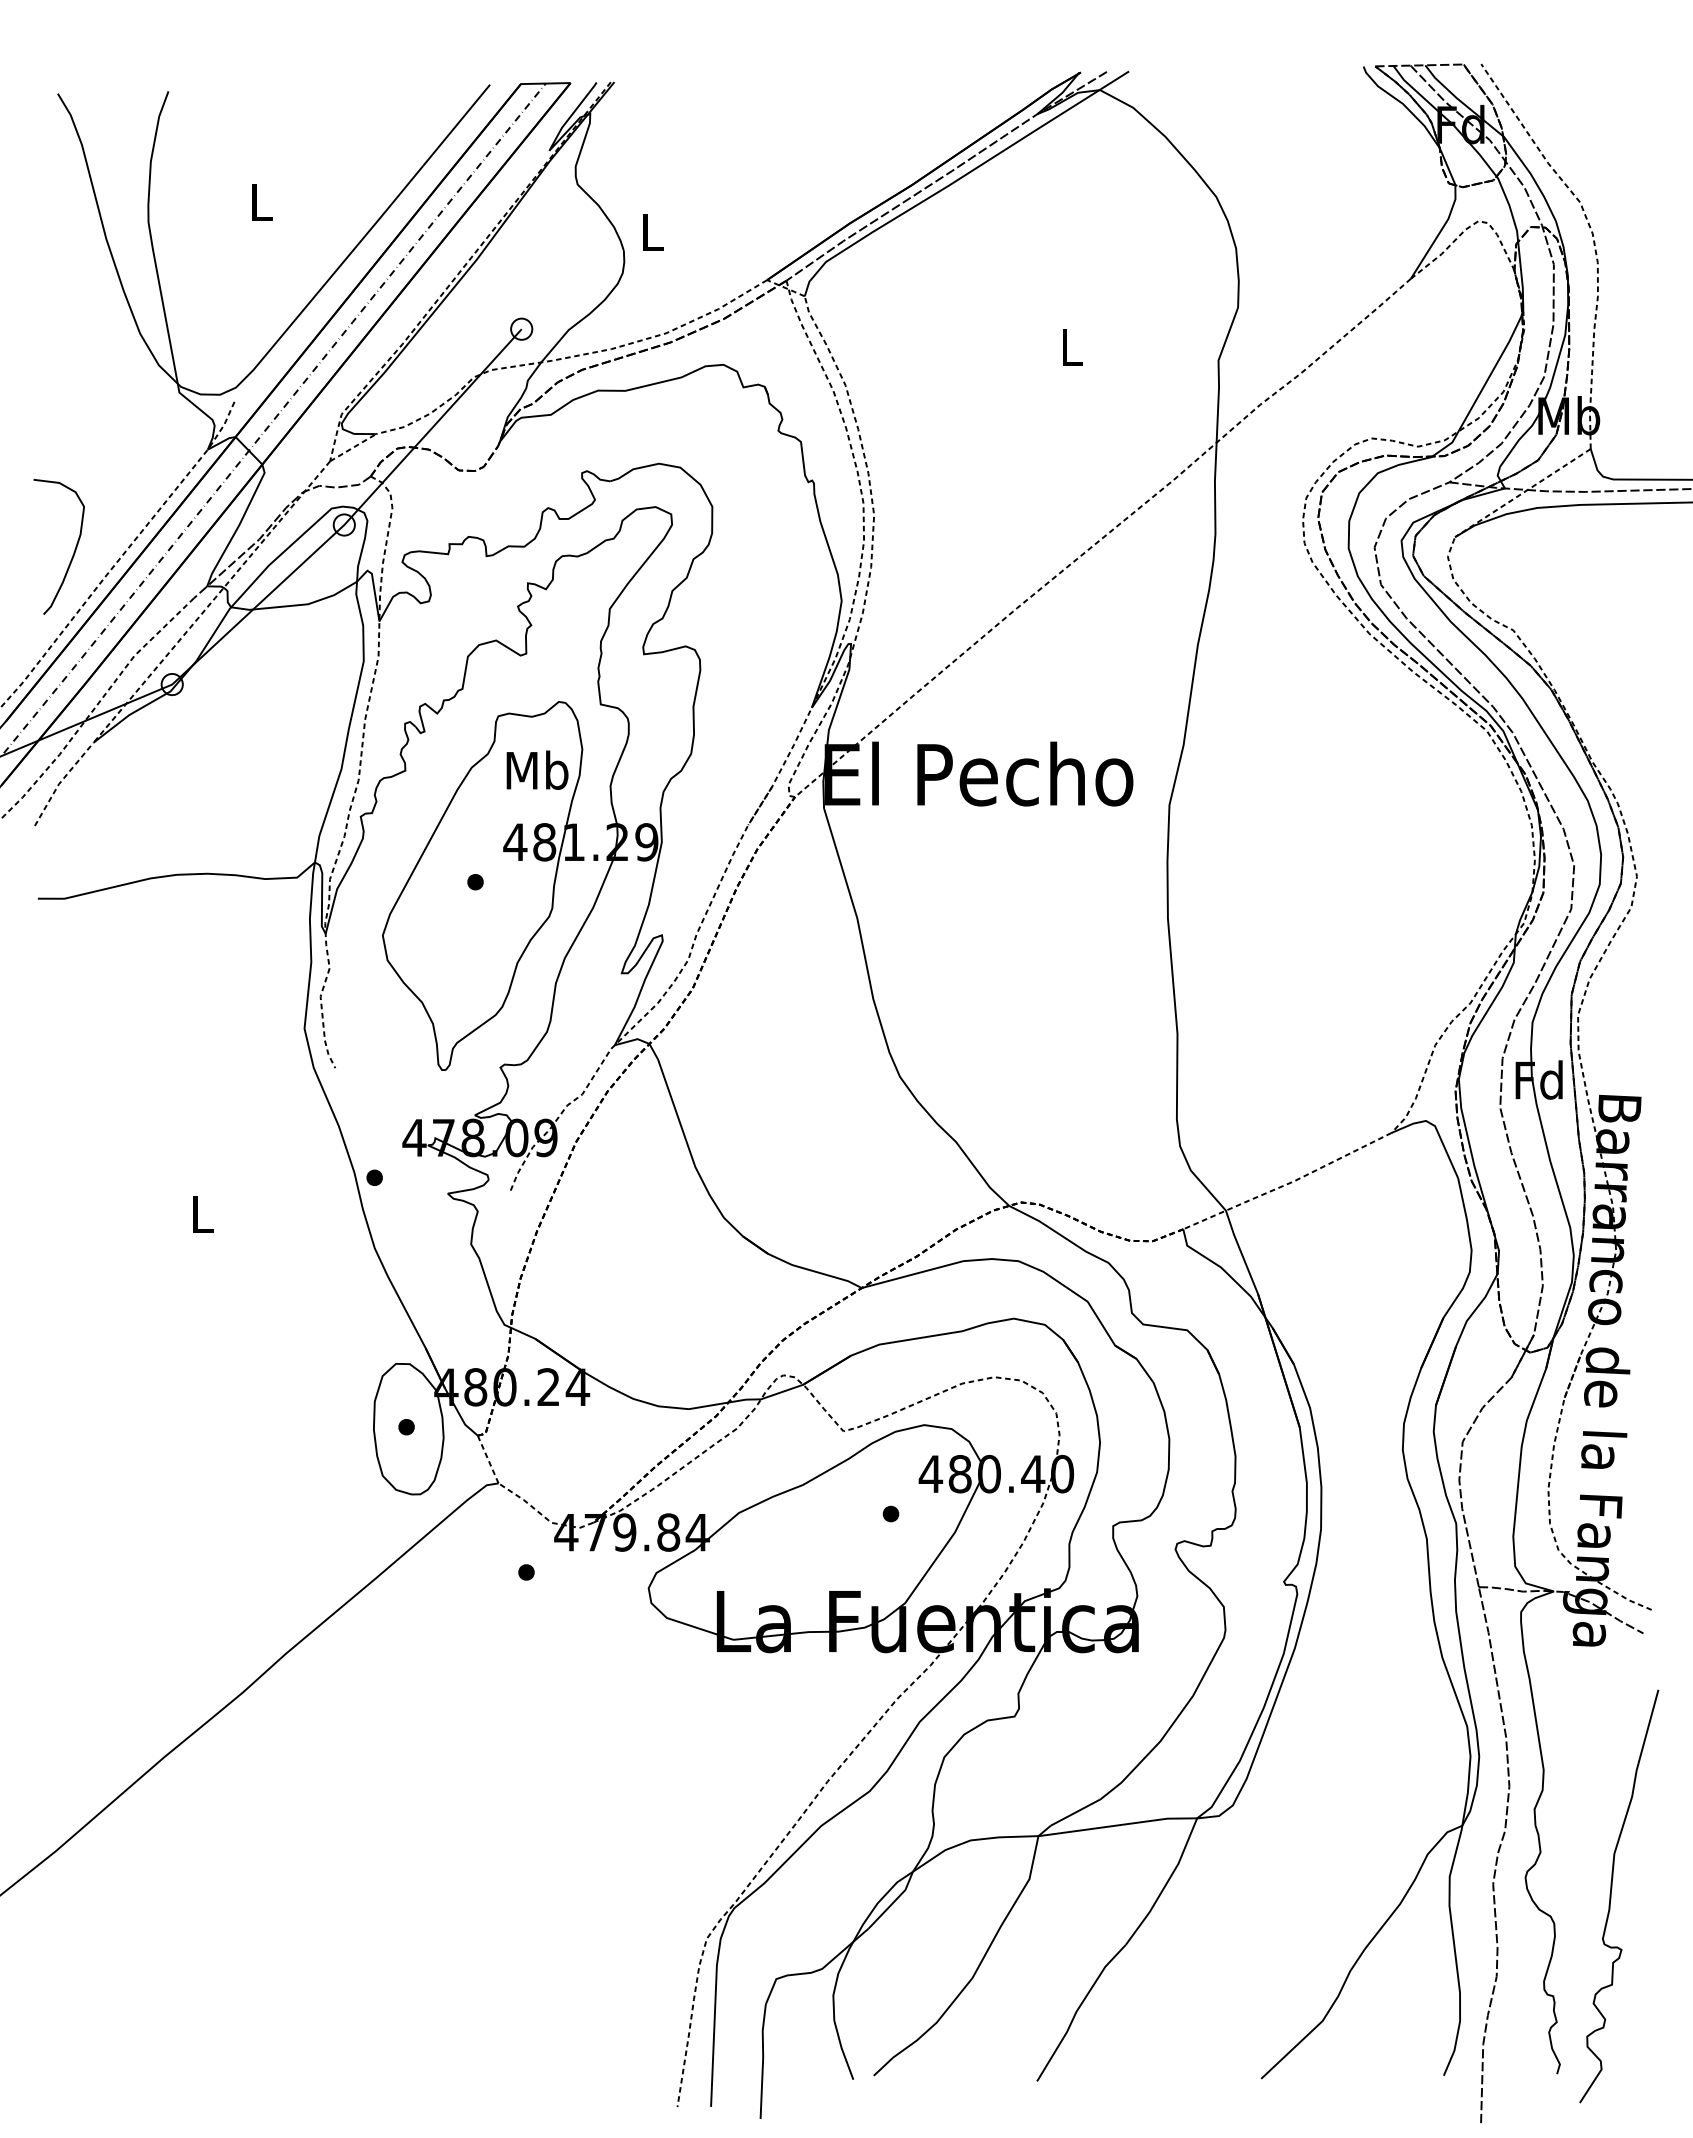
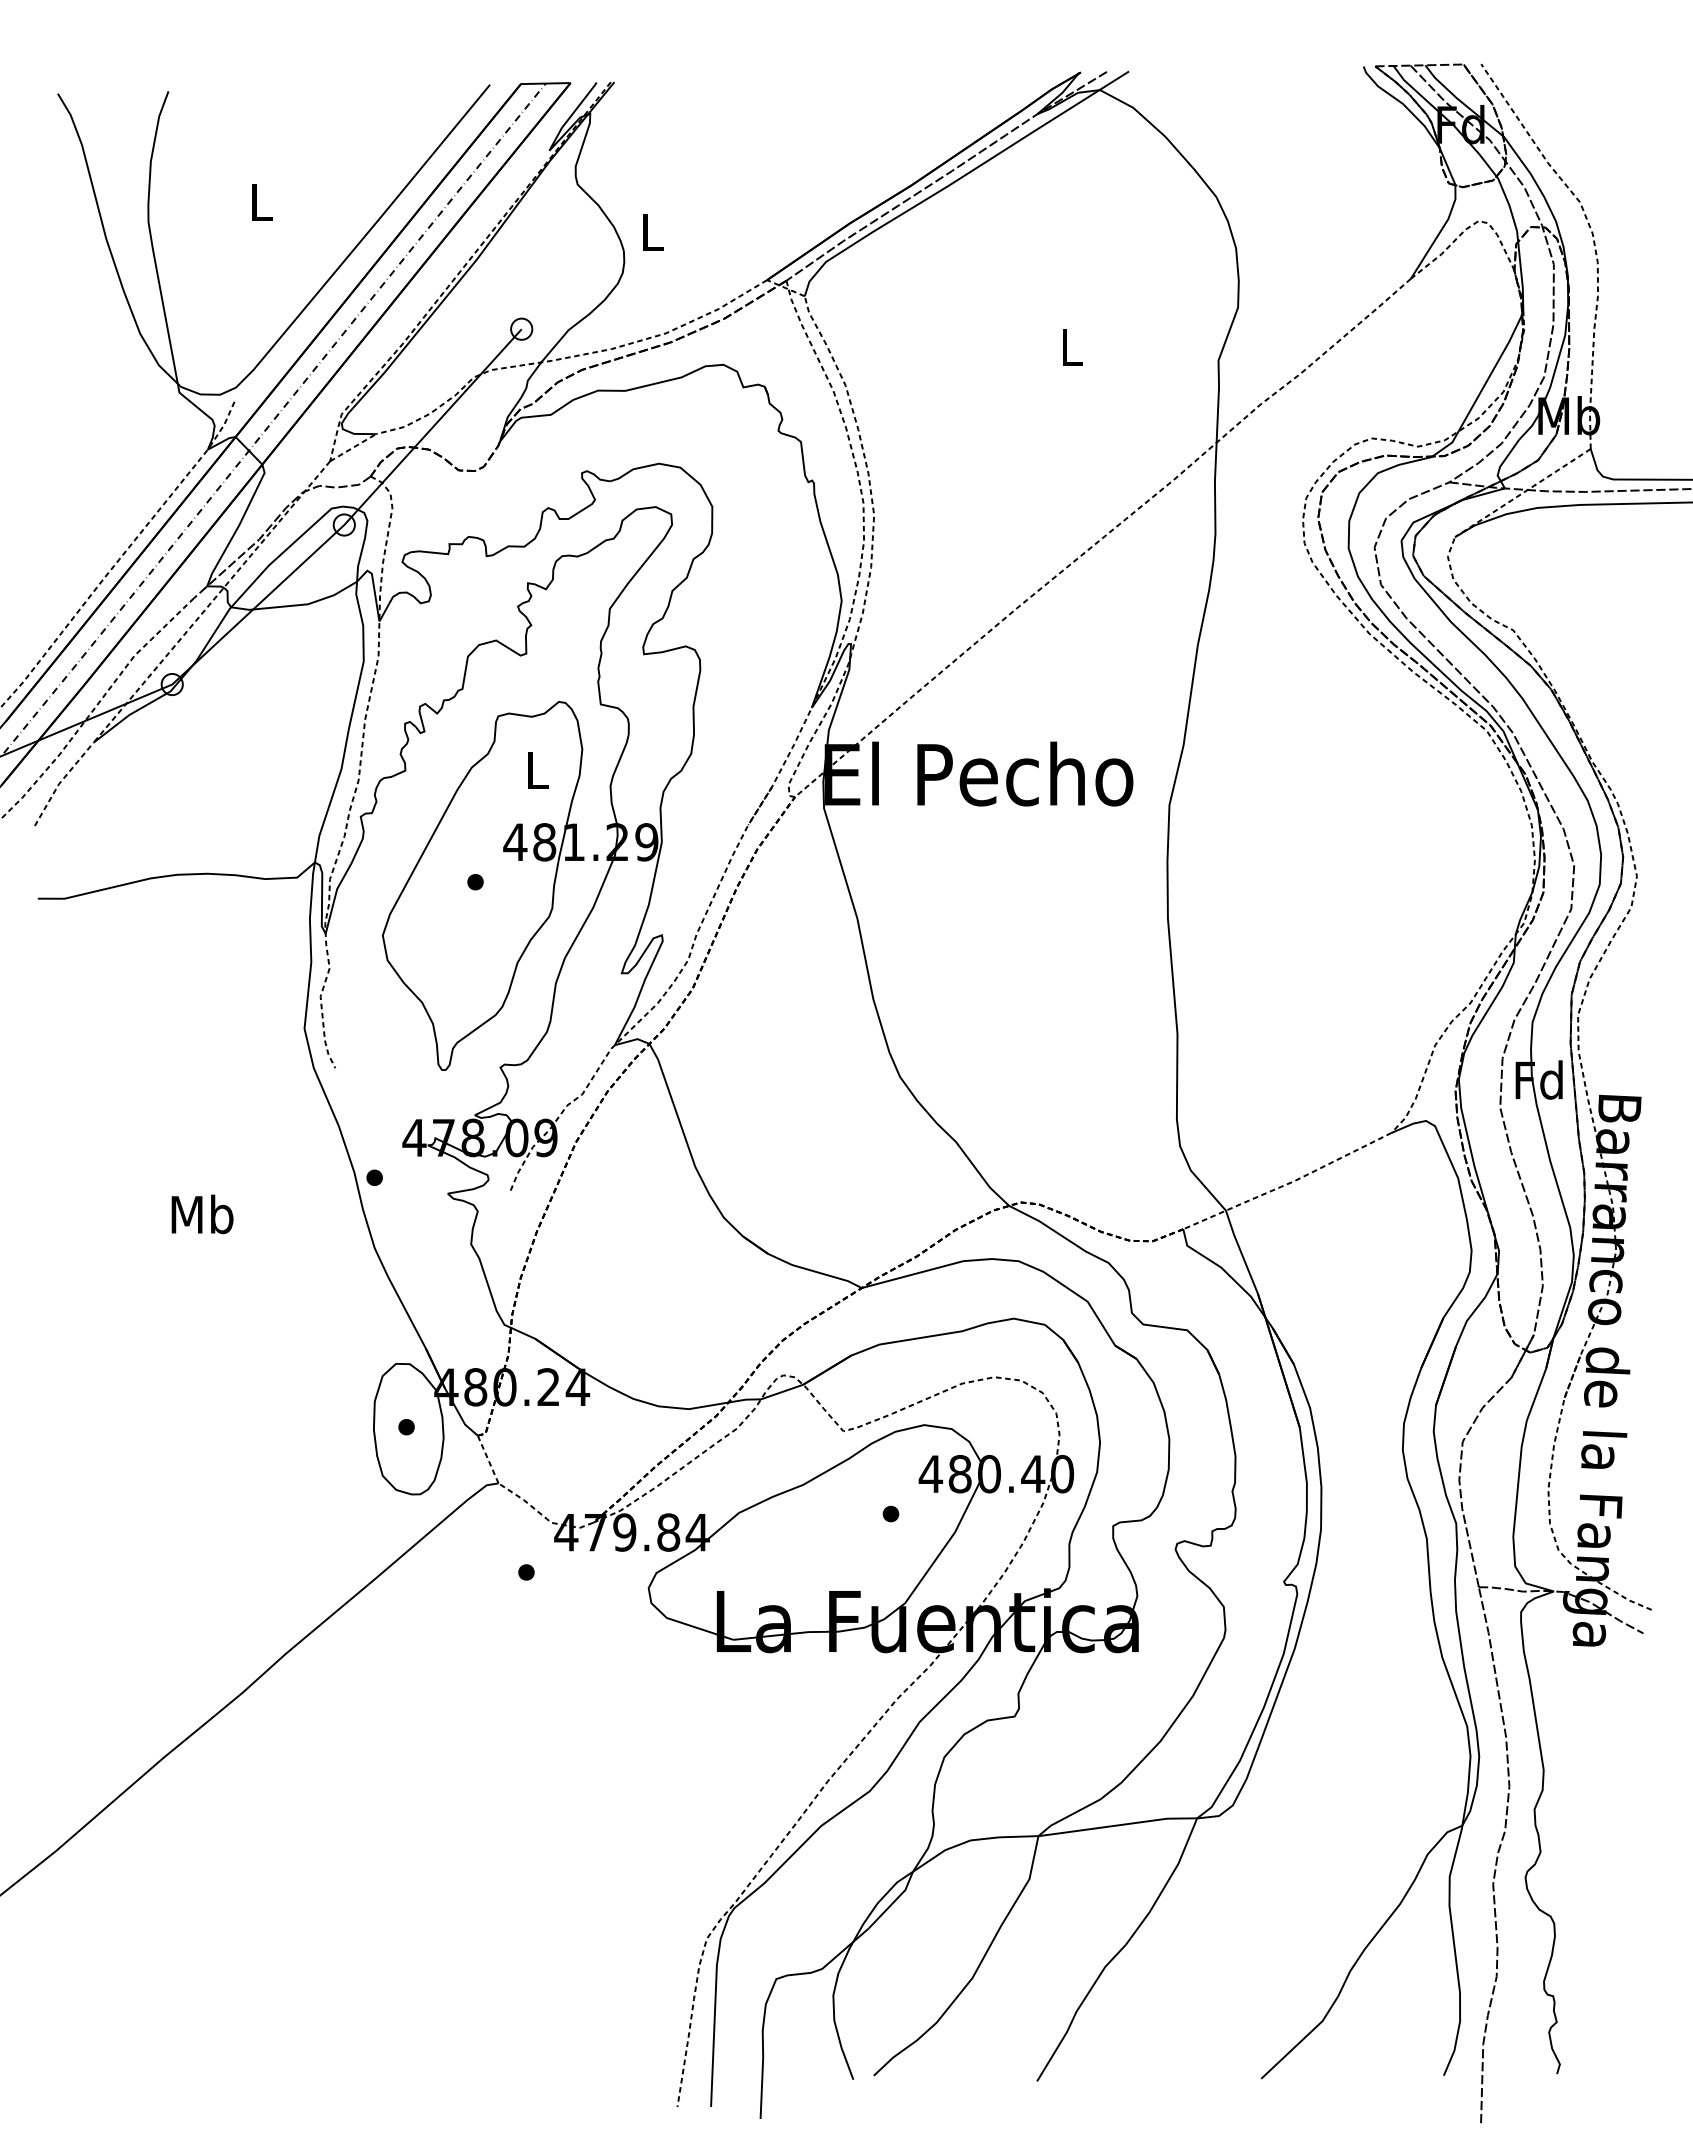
curve at (73, 552): present -> none
text at (537, 769): Mb -> L
text at (202, 1214): L -> Mb
curve at (1611, 1896): present -> none
